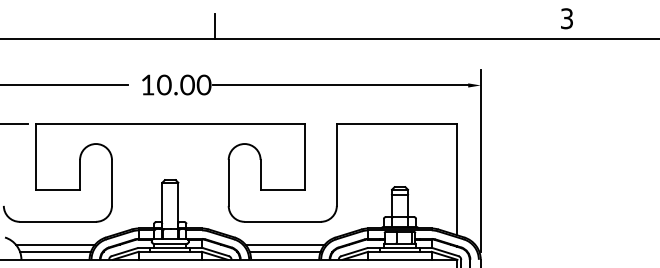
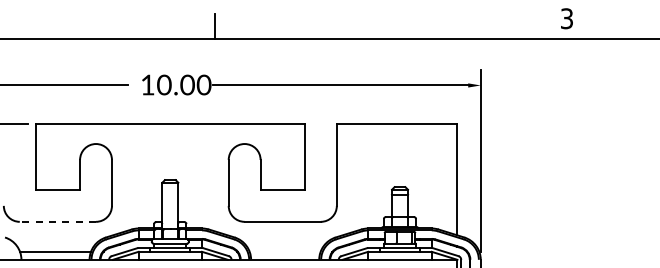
line at (57, 221): solid -> dashed
line at (55, 244): present -> none
line at (284, 244): present -> none
line at (284, 251): present -> none
